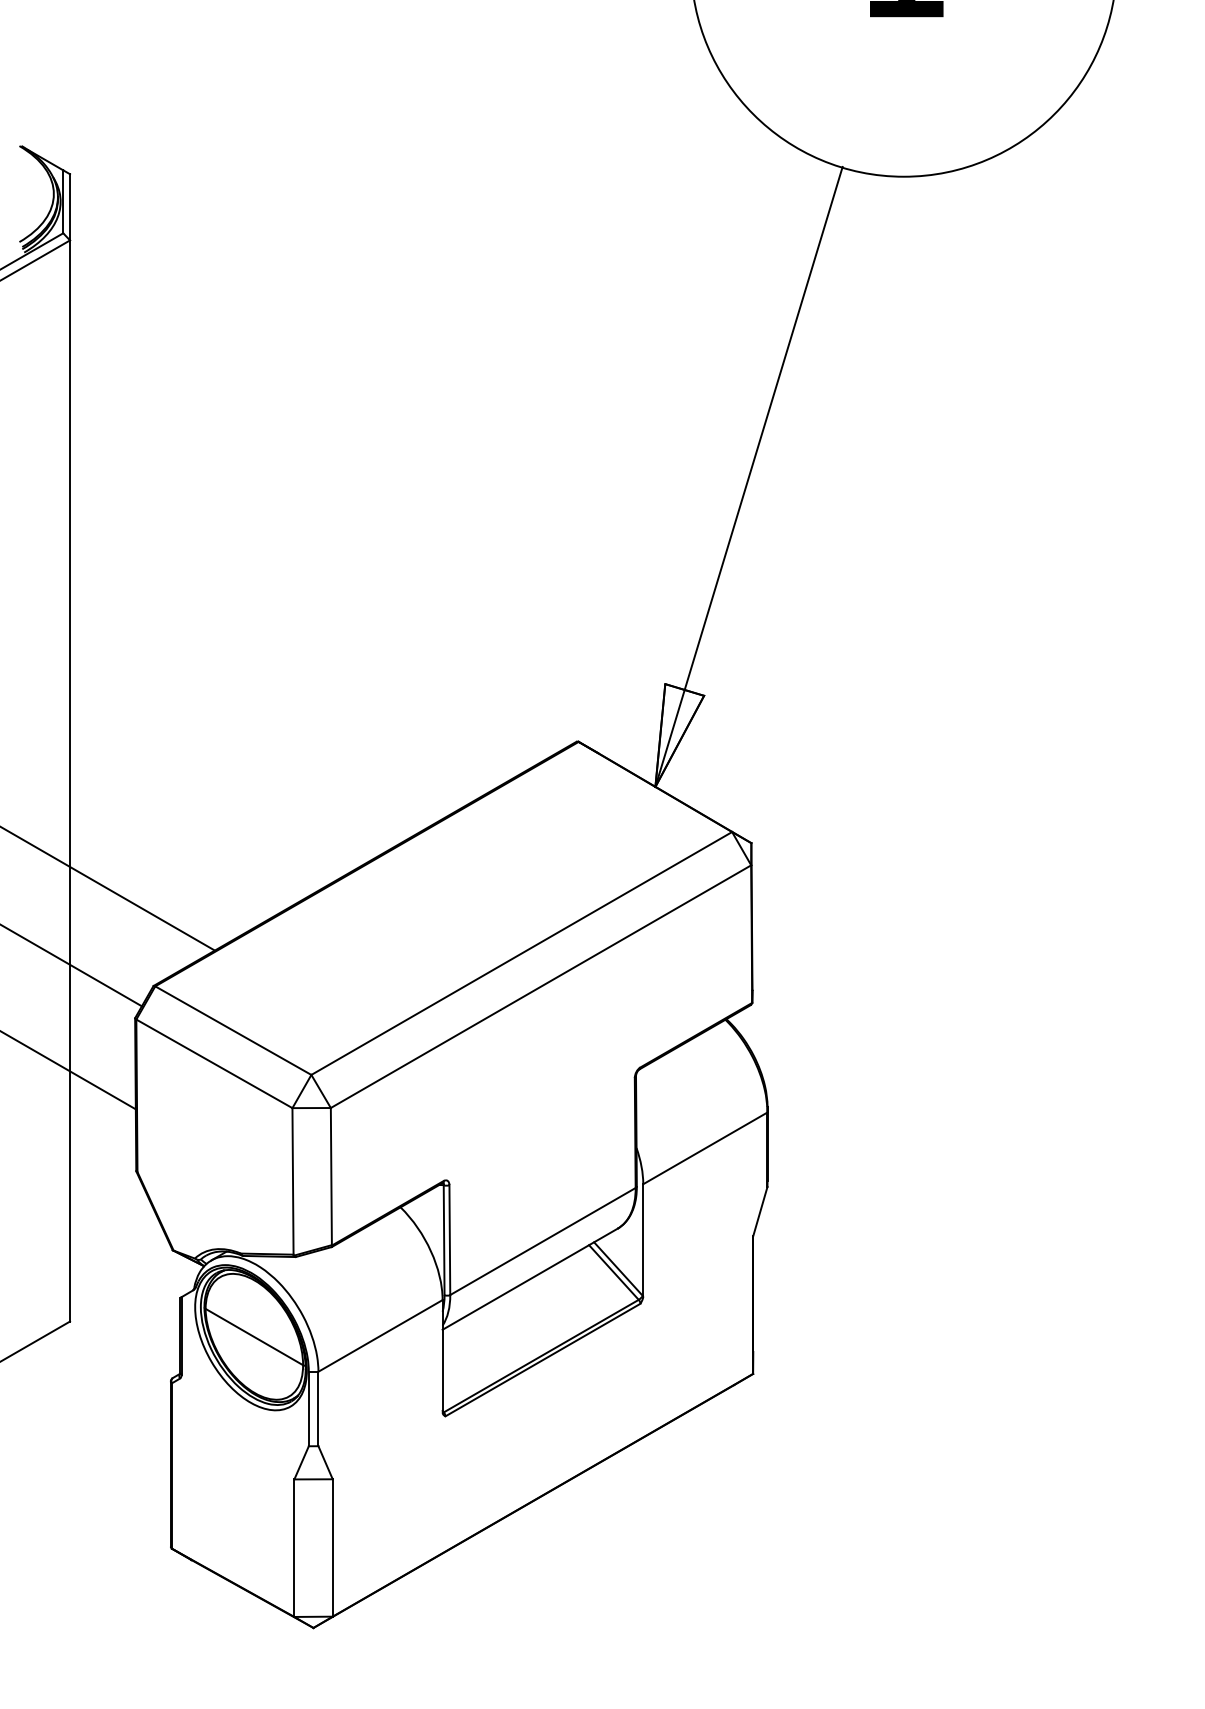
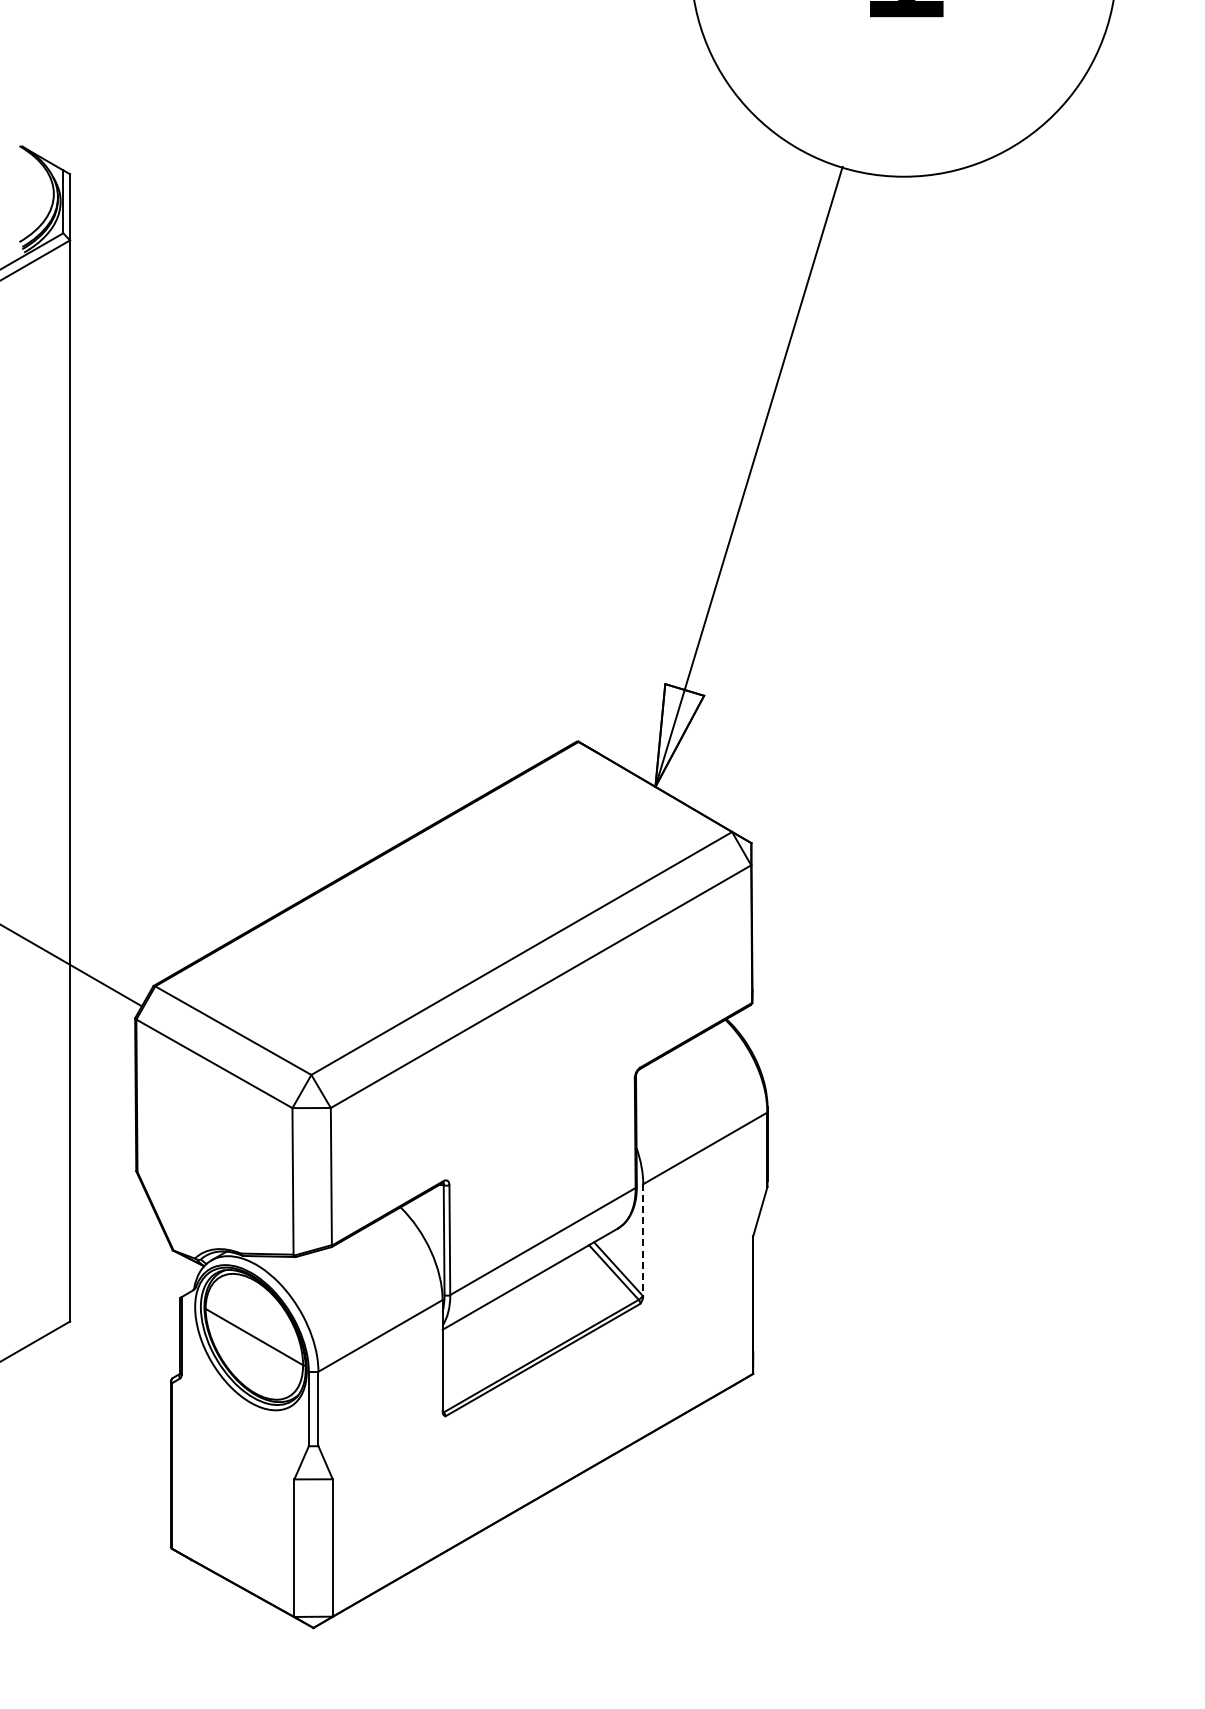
line at (108, 889): present -> none
line at (68, 1070): present -> none
line at (643, 1240): solid -> dashed
